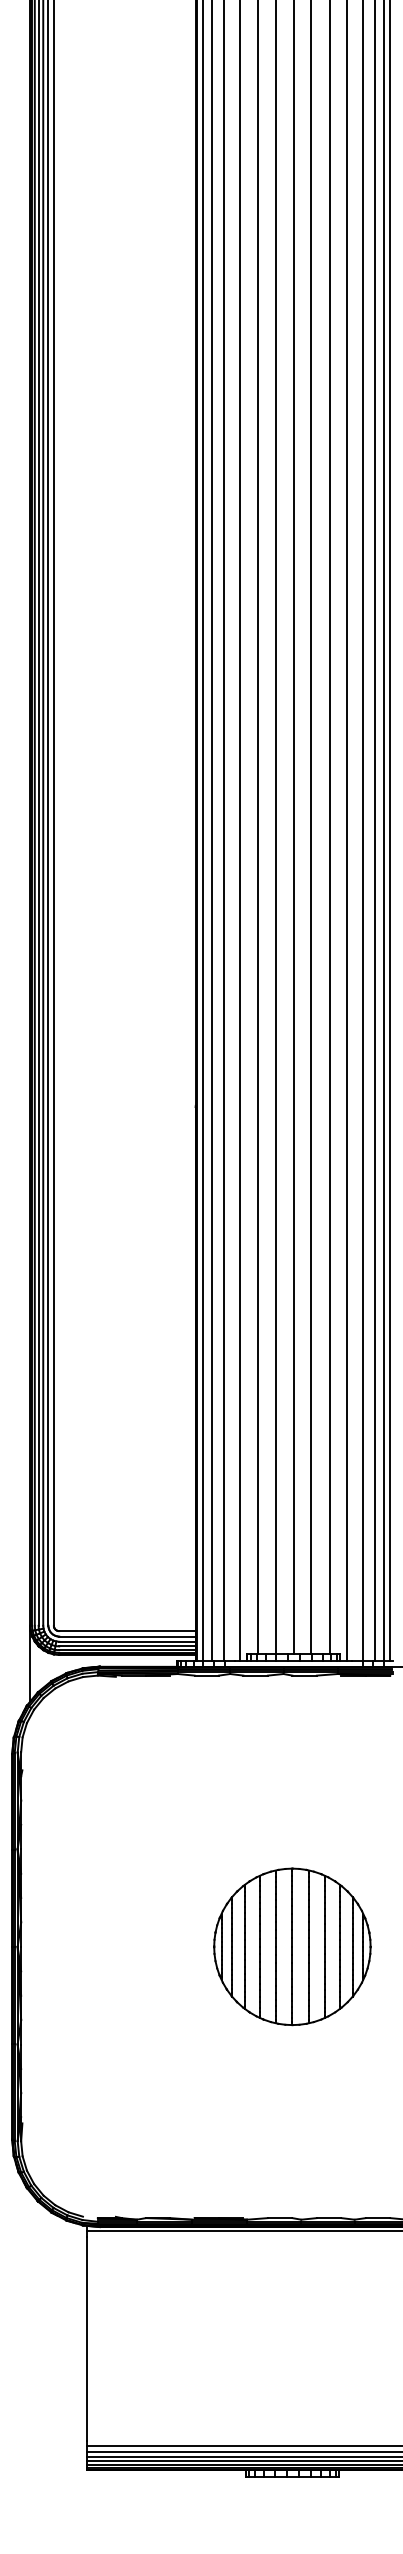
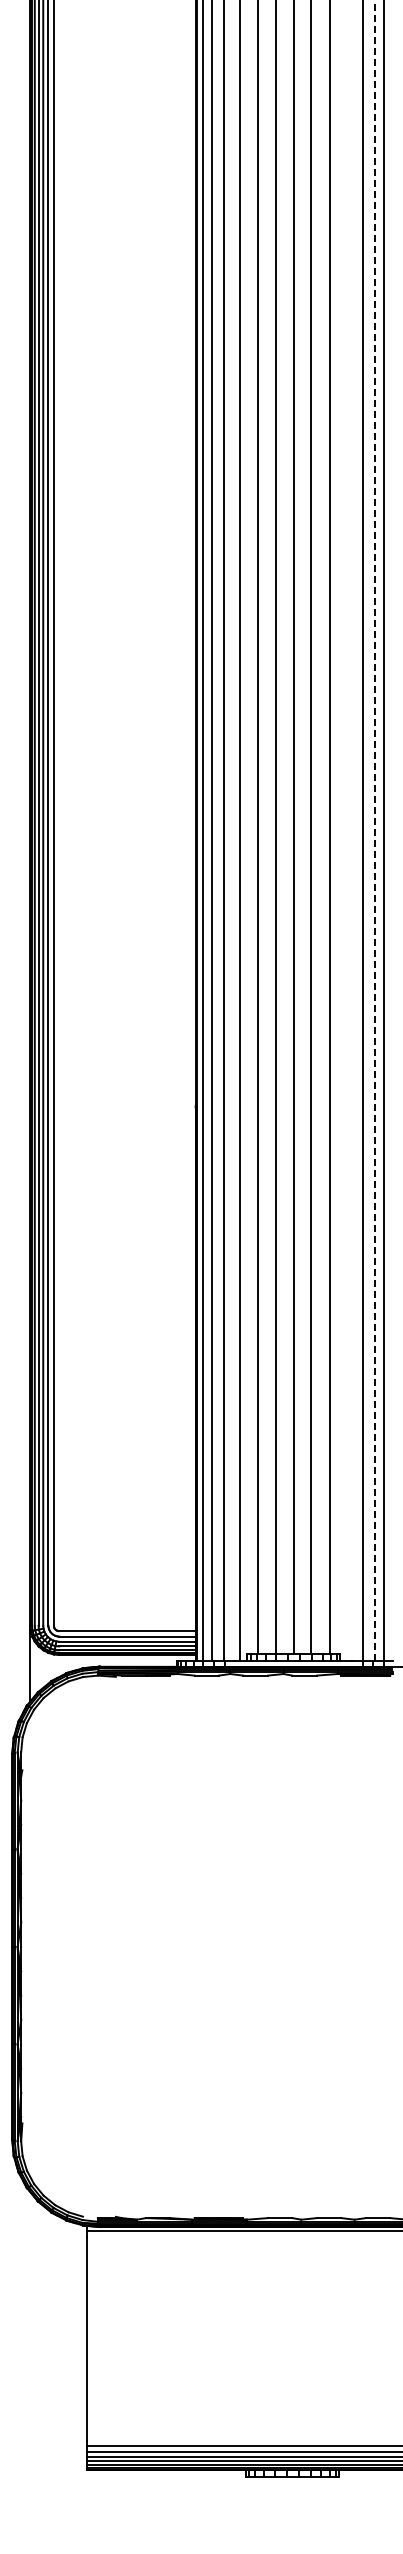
line at (375, 830): solid -> dashed
line at (347, 831): present -> none
line at (389, 831): present -> none
part at (292, 1946): present -> none
